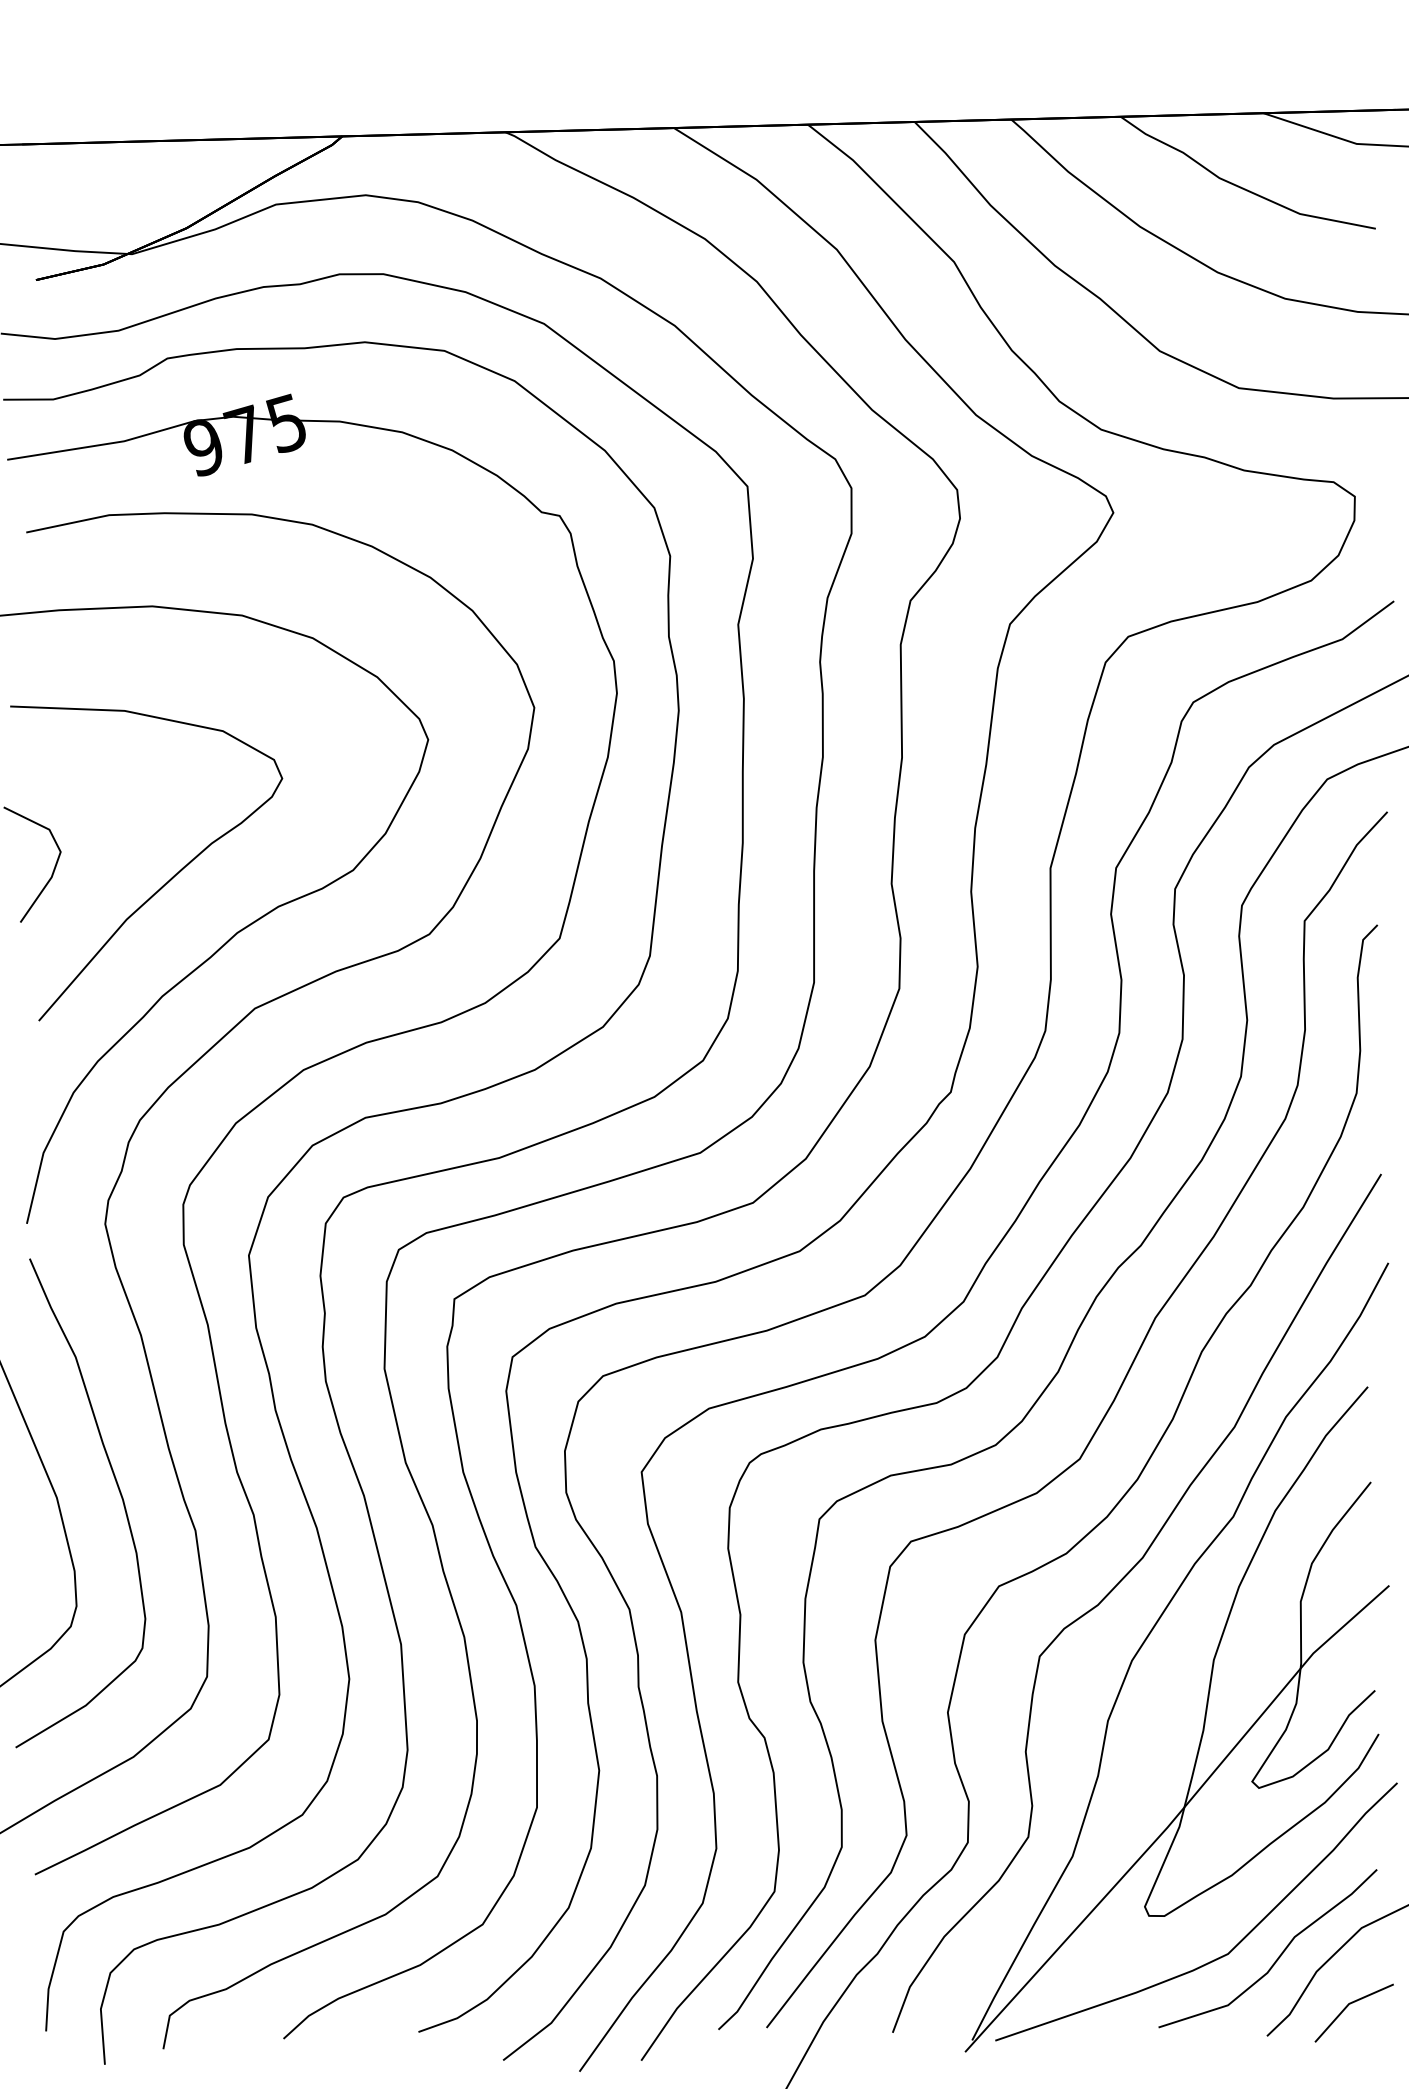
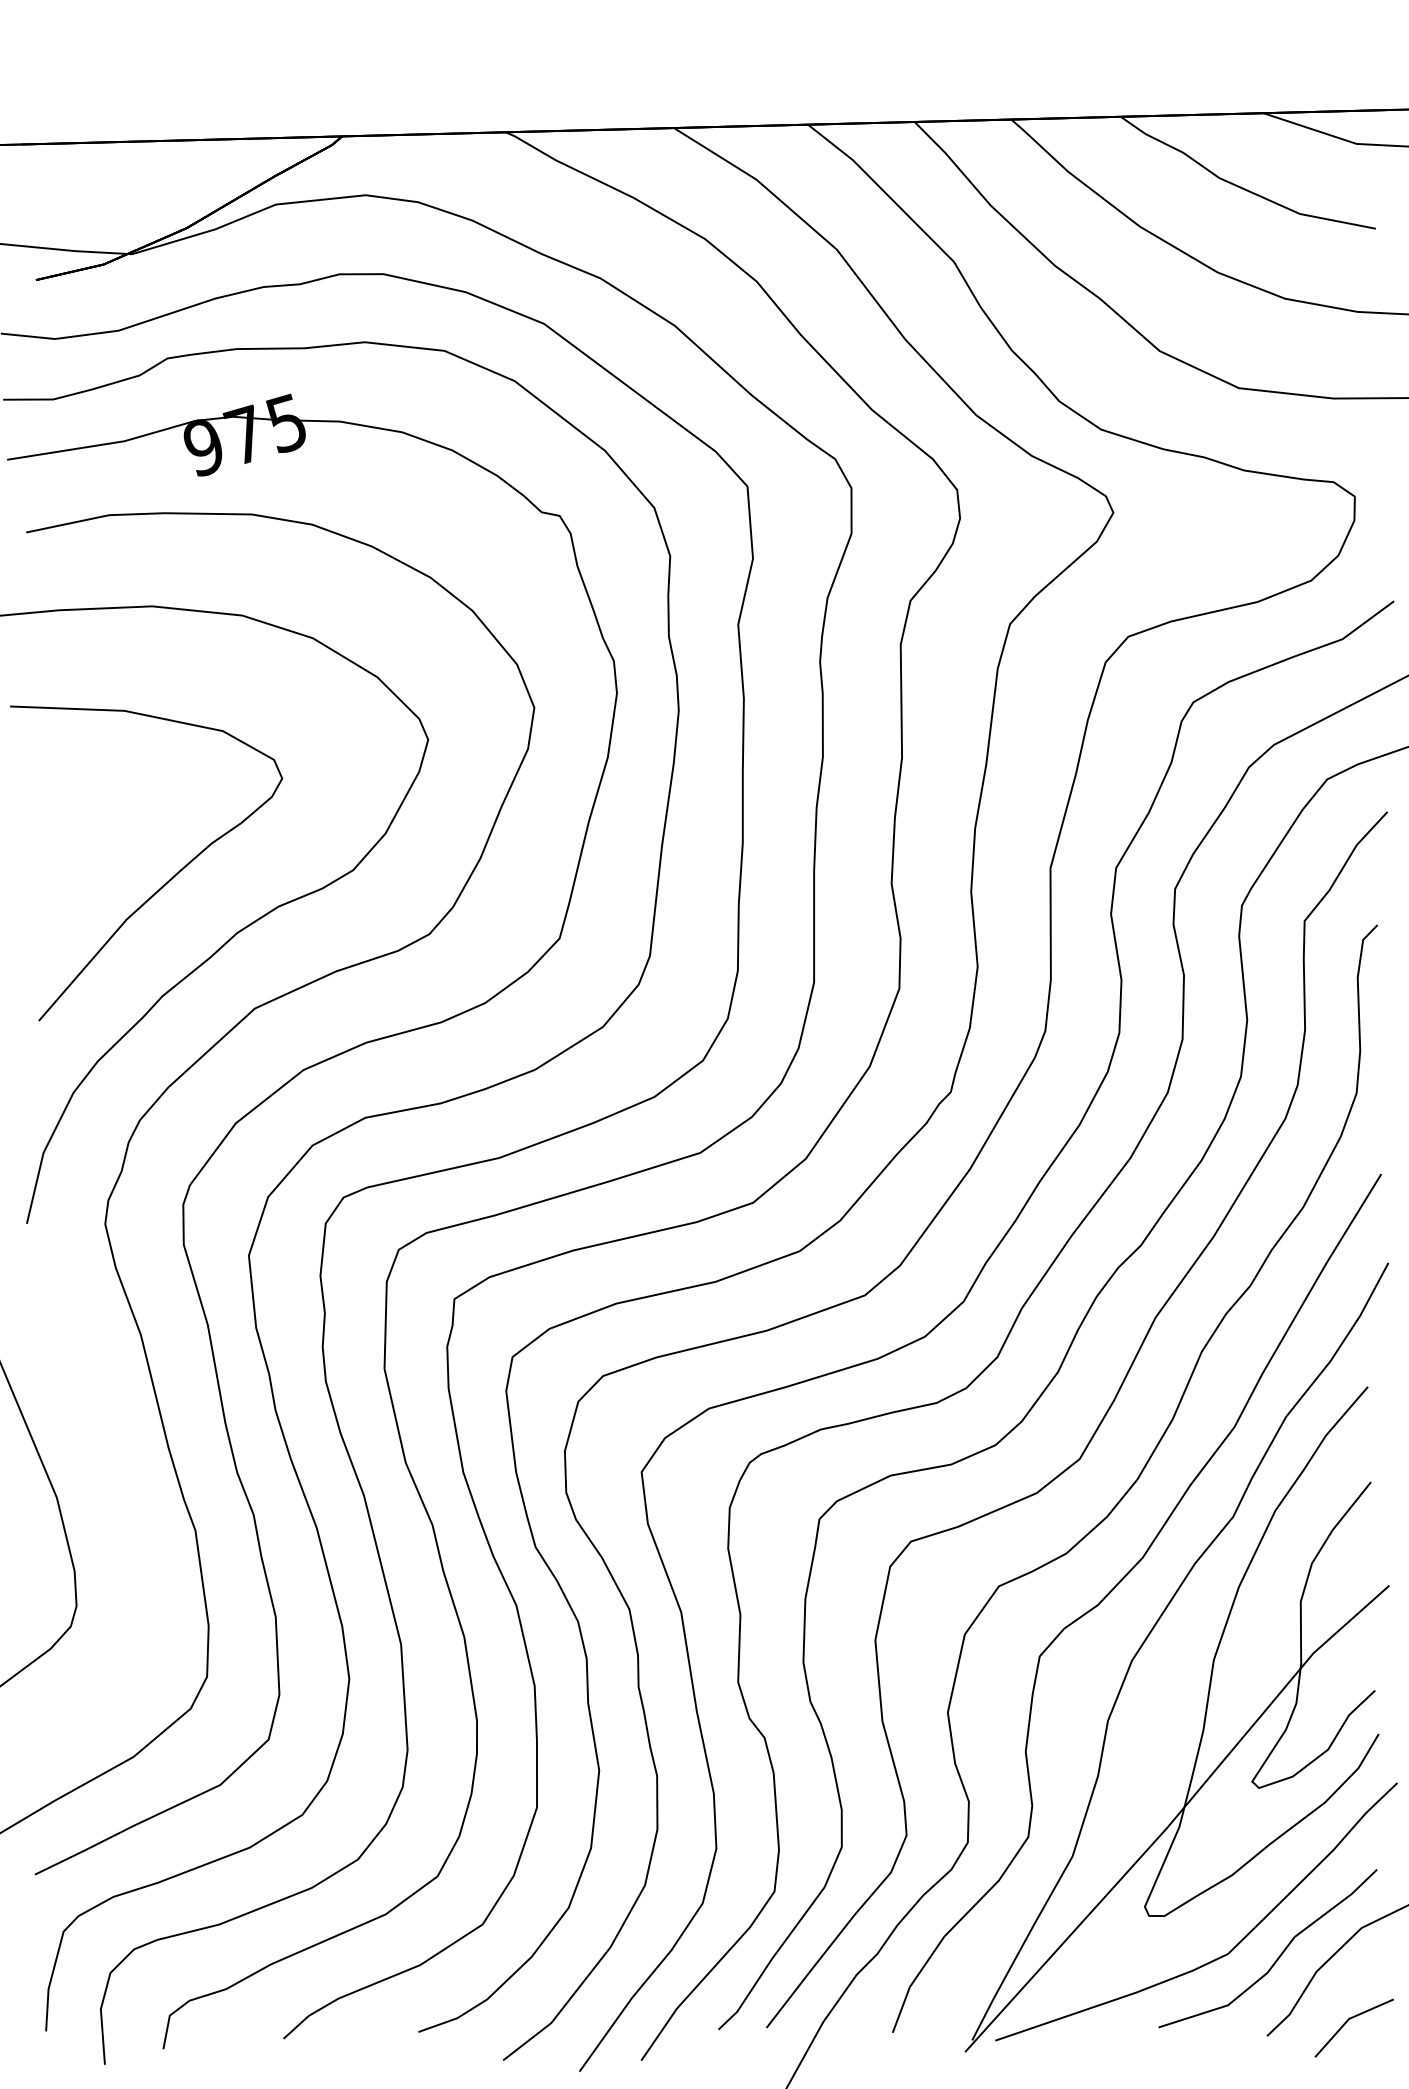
line at (52, 871): present -> none
curve at (118, 1490): present -> none
line at (1348, 2006) position: (1348, 2006) -> (1348, 2021)
